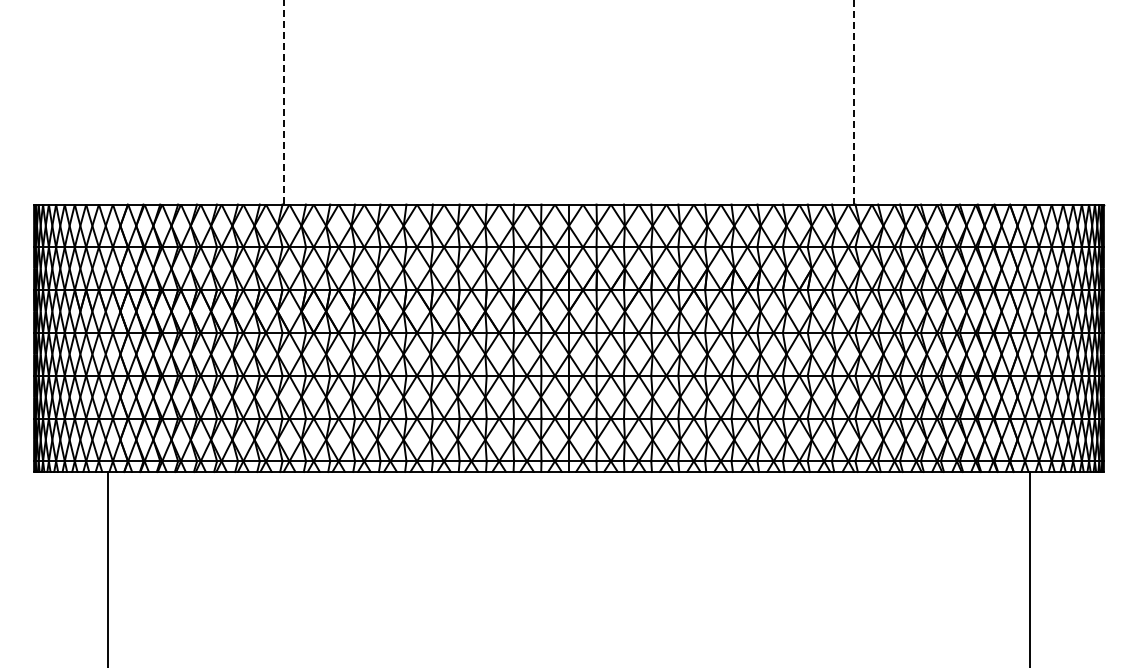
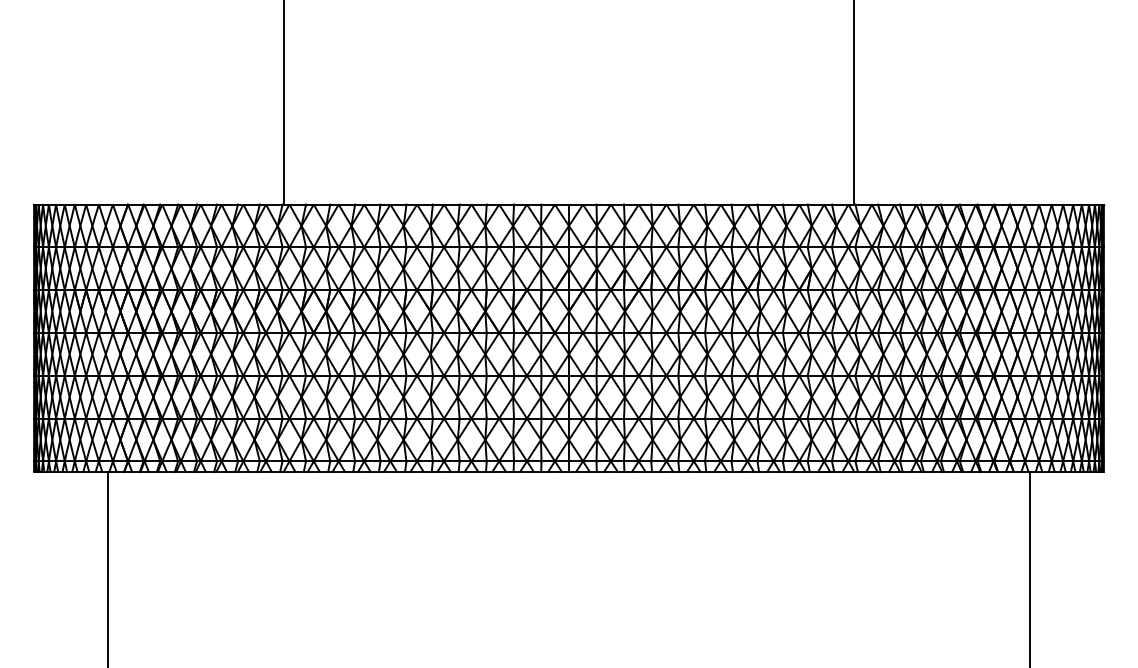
line at (283, 102): dashed -> solid
line at (854, 102): dashed -> solid
